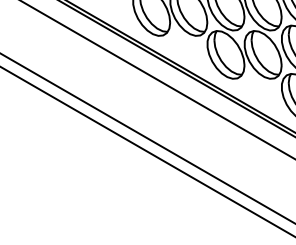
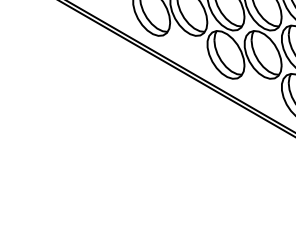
line at (157, 79): present -> none
line at (147, 138): present -> none
line at (147, 151): present -> none
